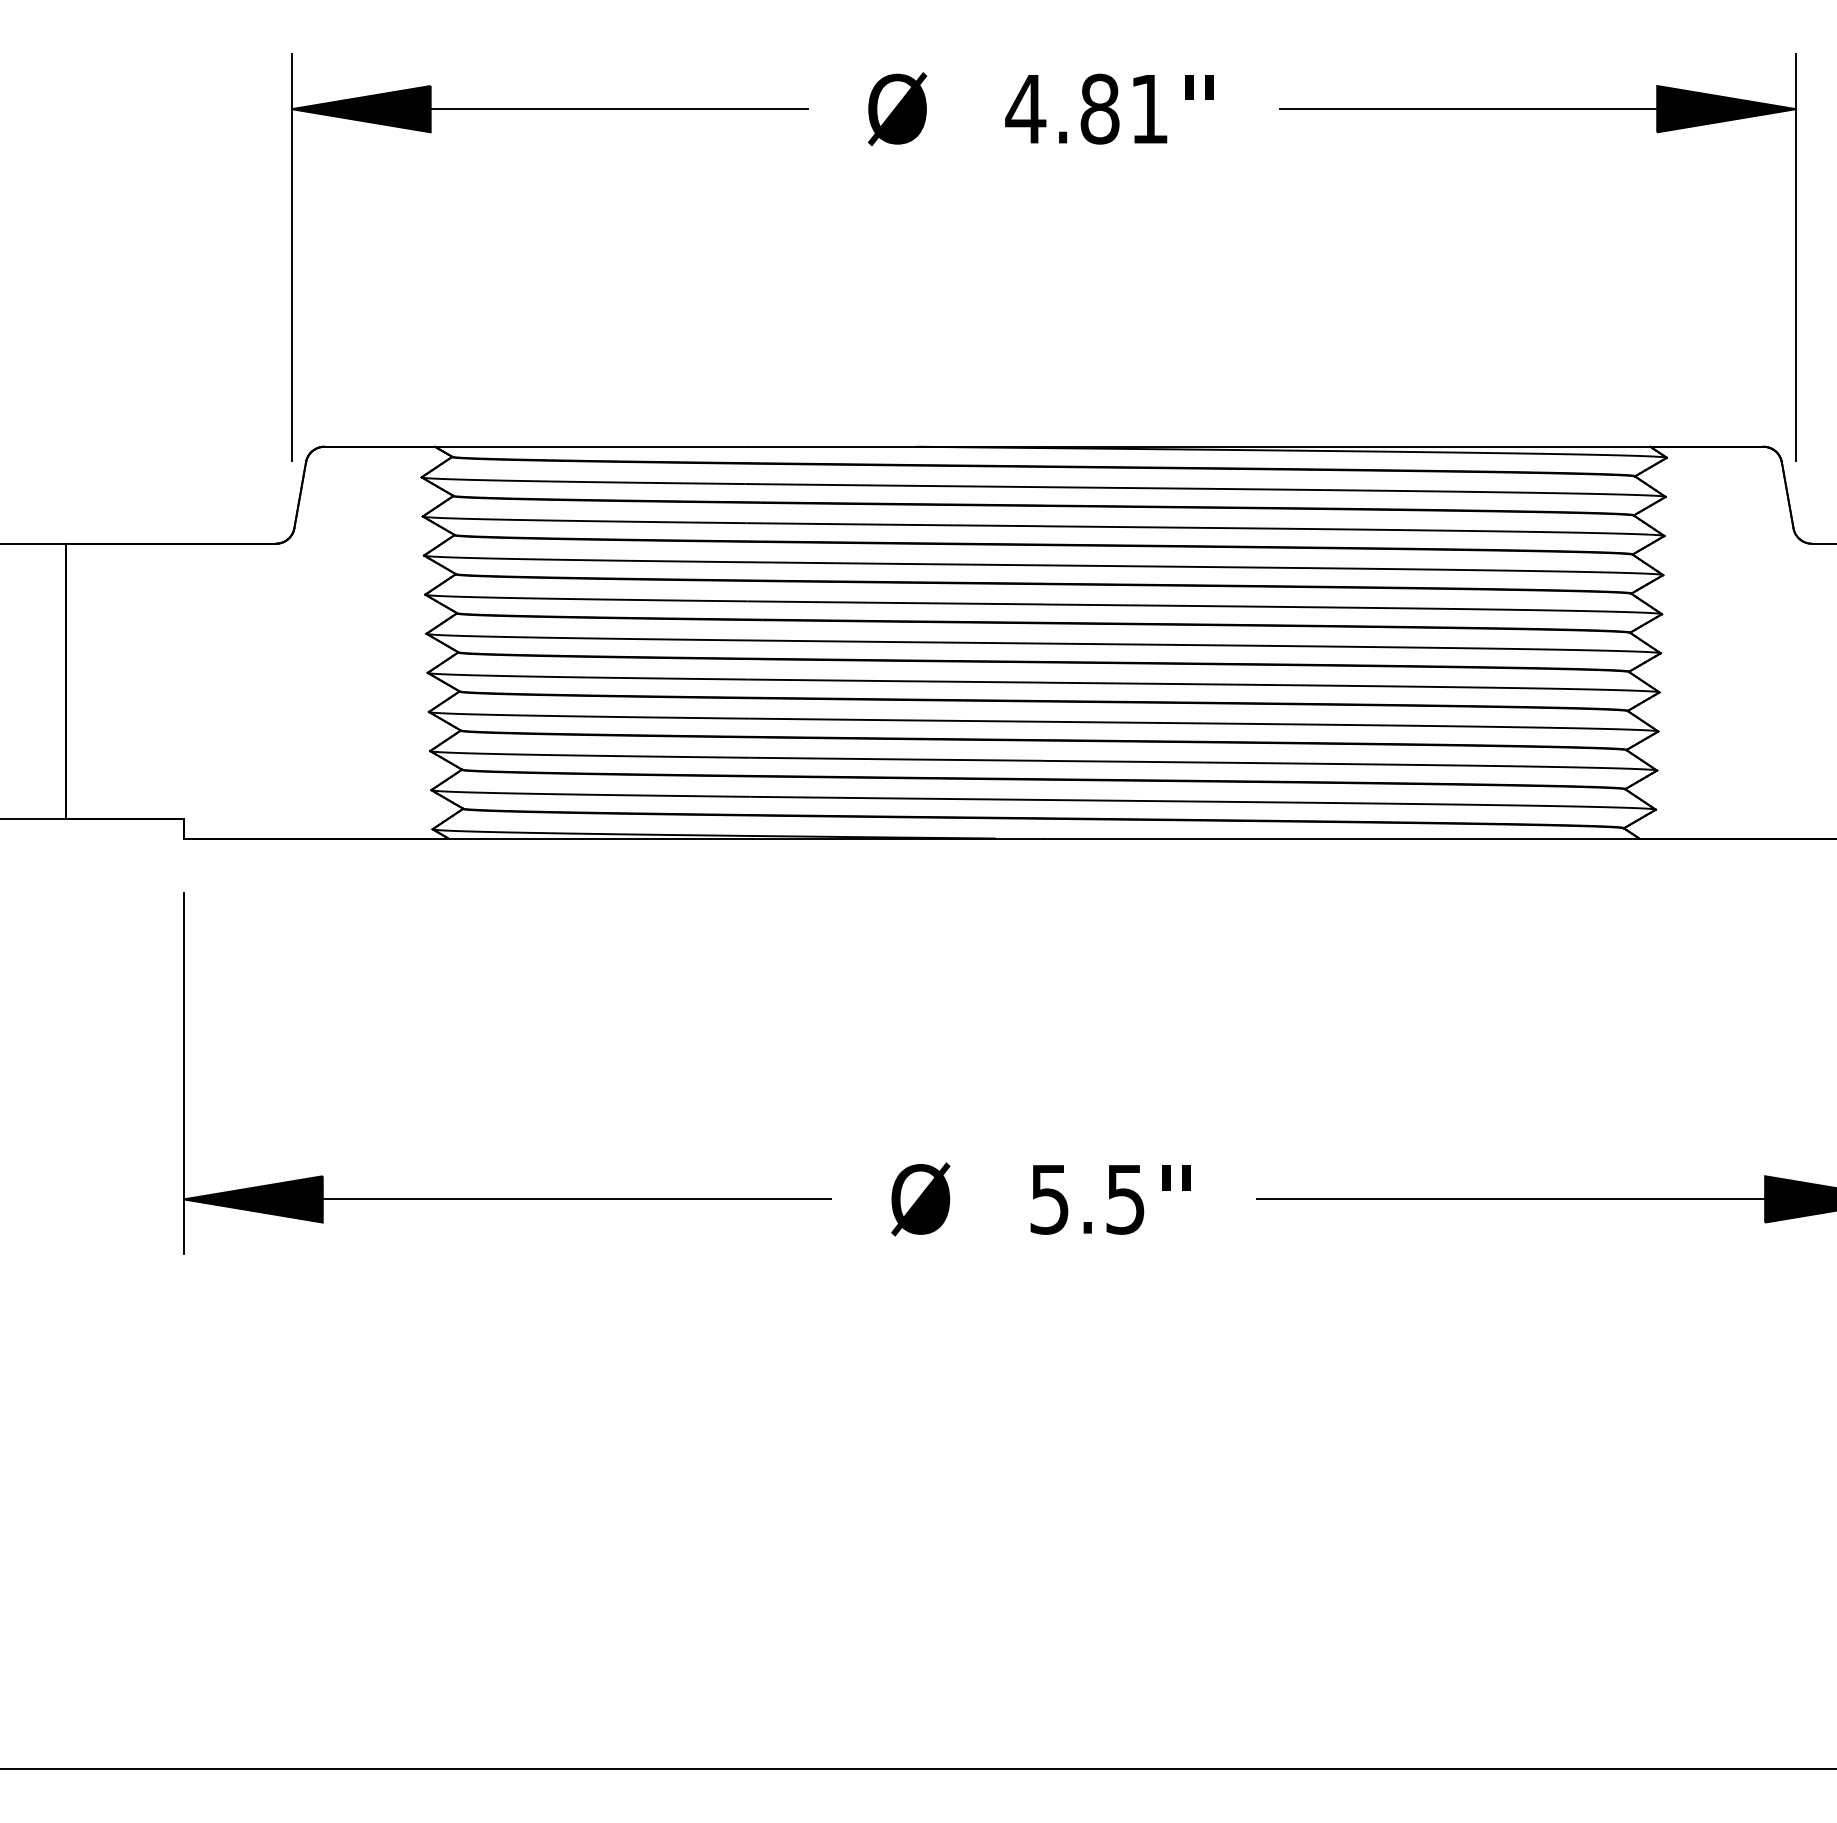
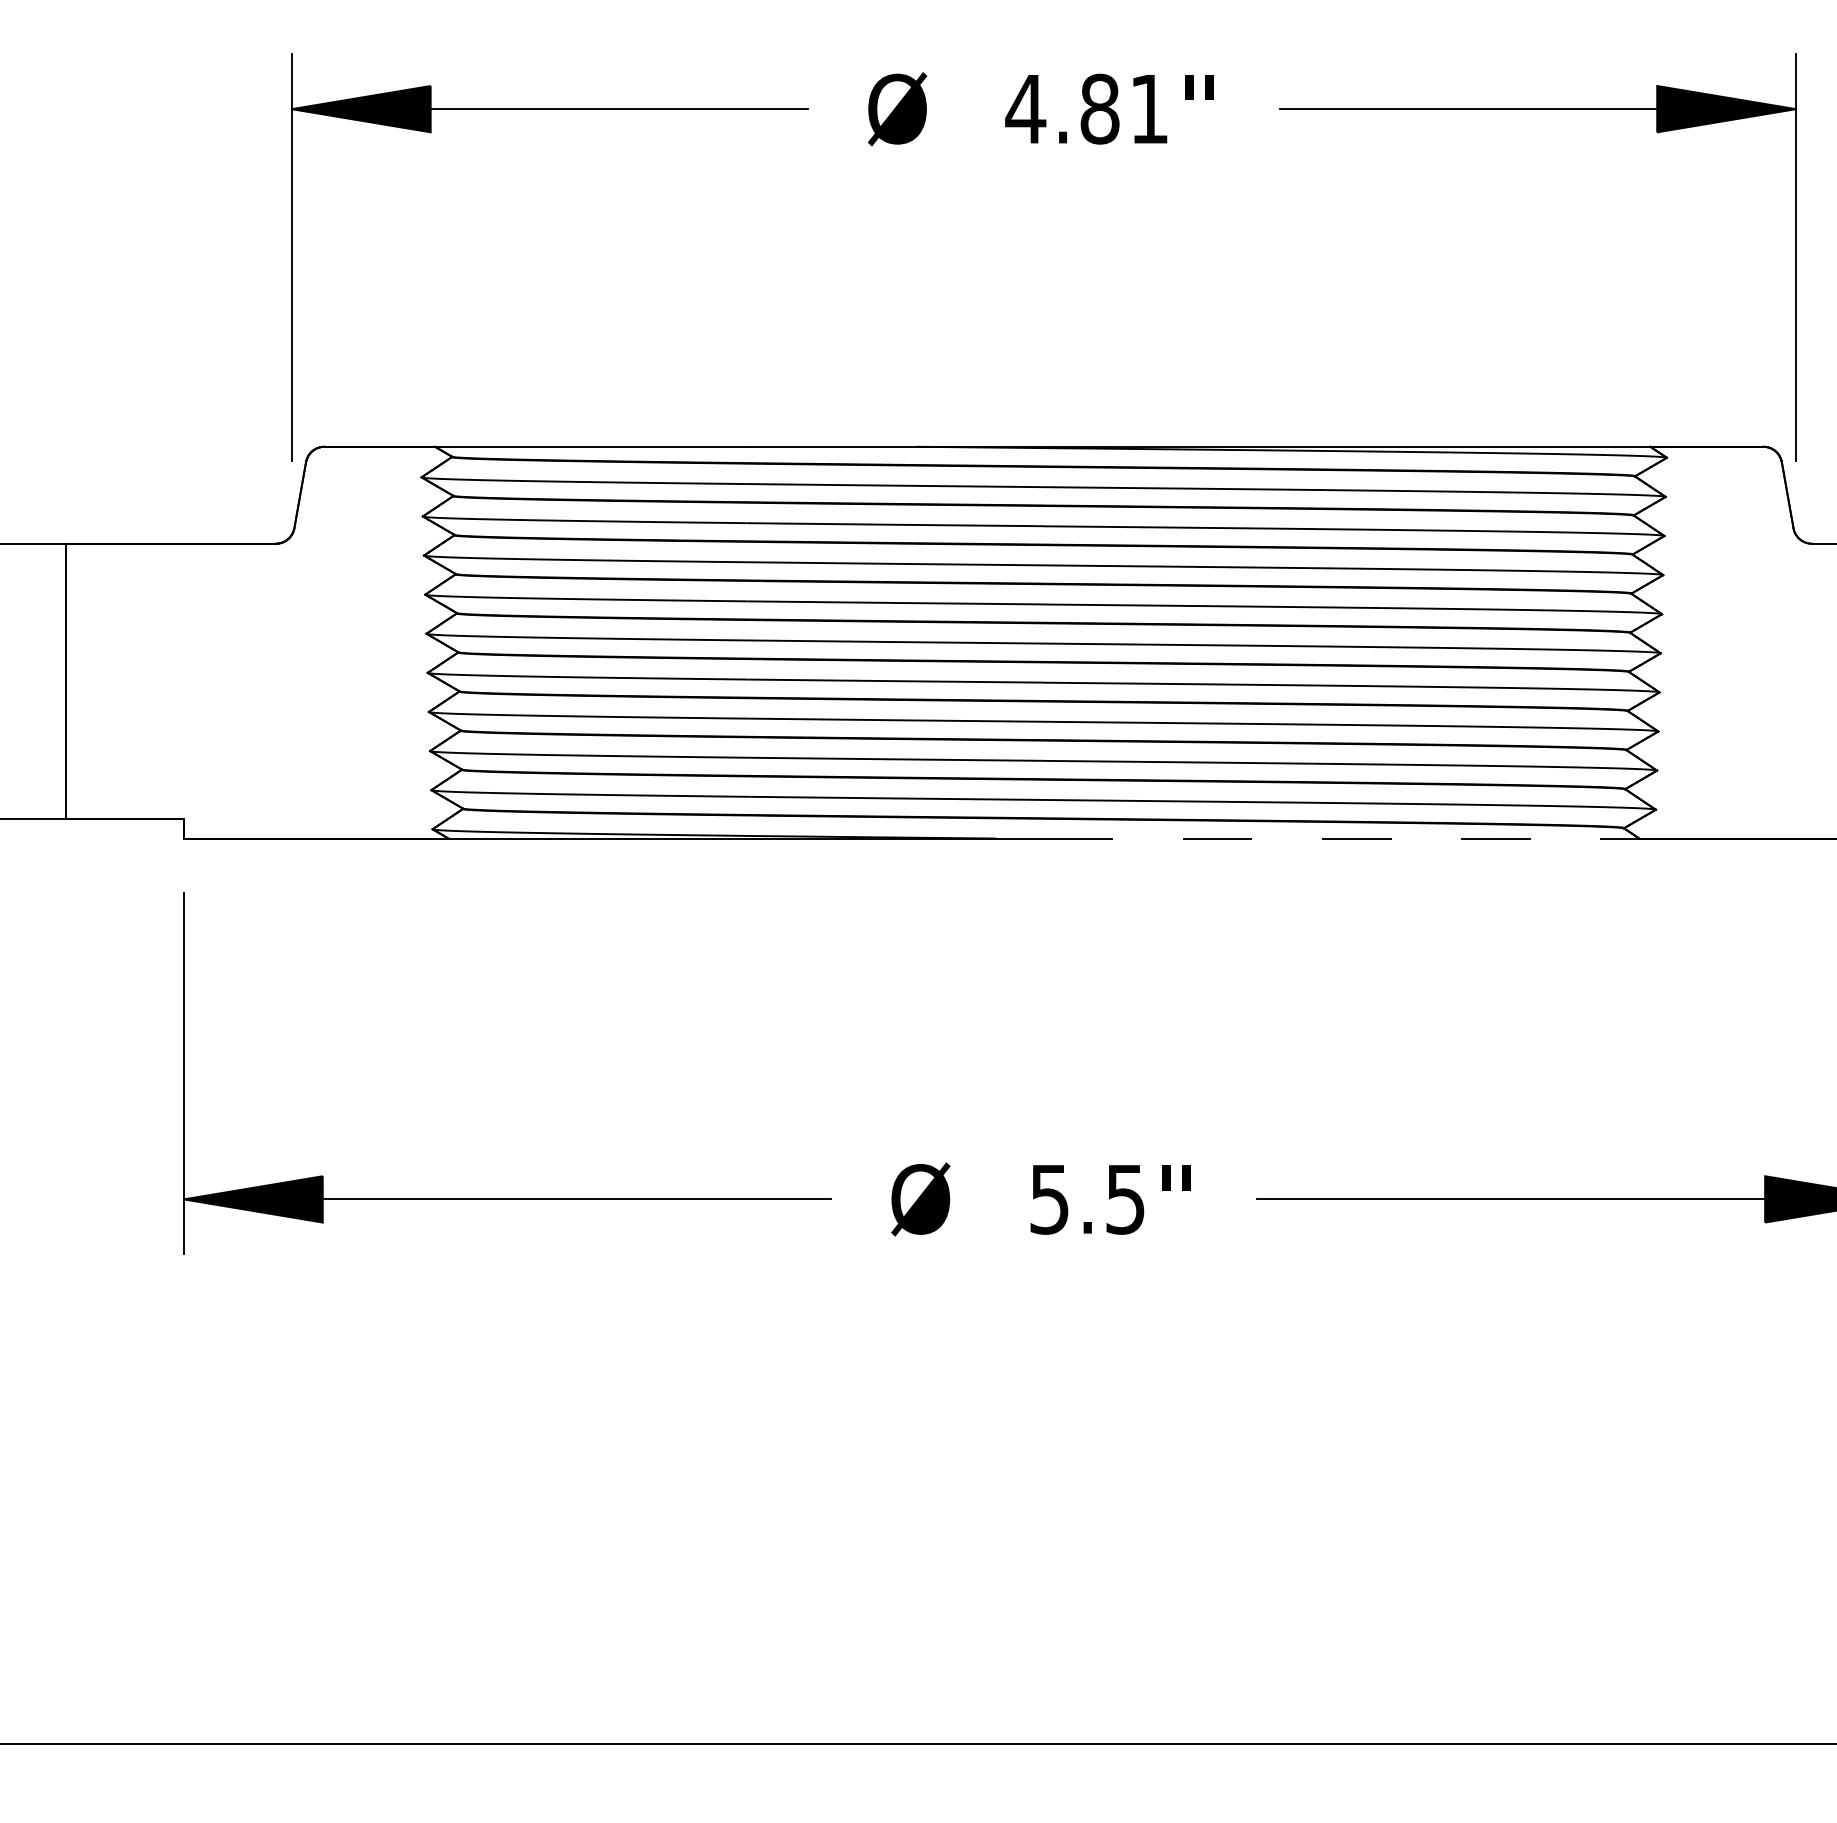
line at (1341, 838): solid -> dashed
line at (917, 1768) position: (917, 1768) -> (917, 1743)
